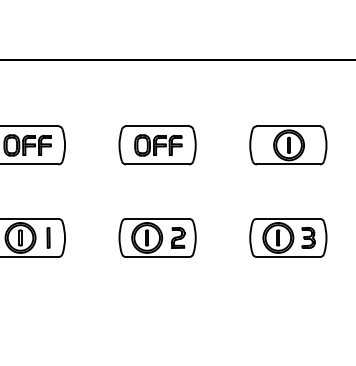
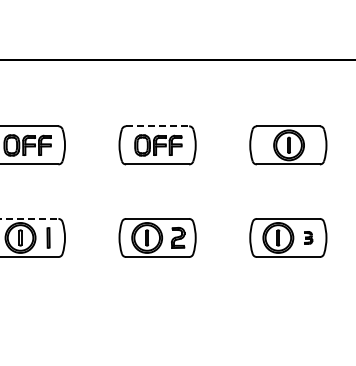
line at (157, 126): solid -> dashed
line at (29, 218): solid -> dashed
part at (308, 237) size: 15x22 px -> 10x14 px
